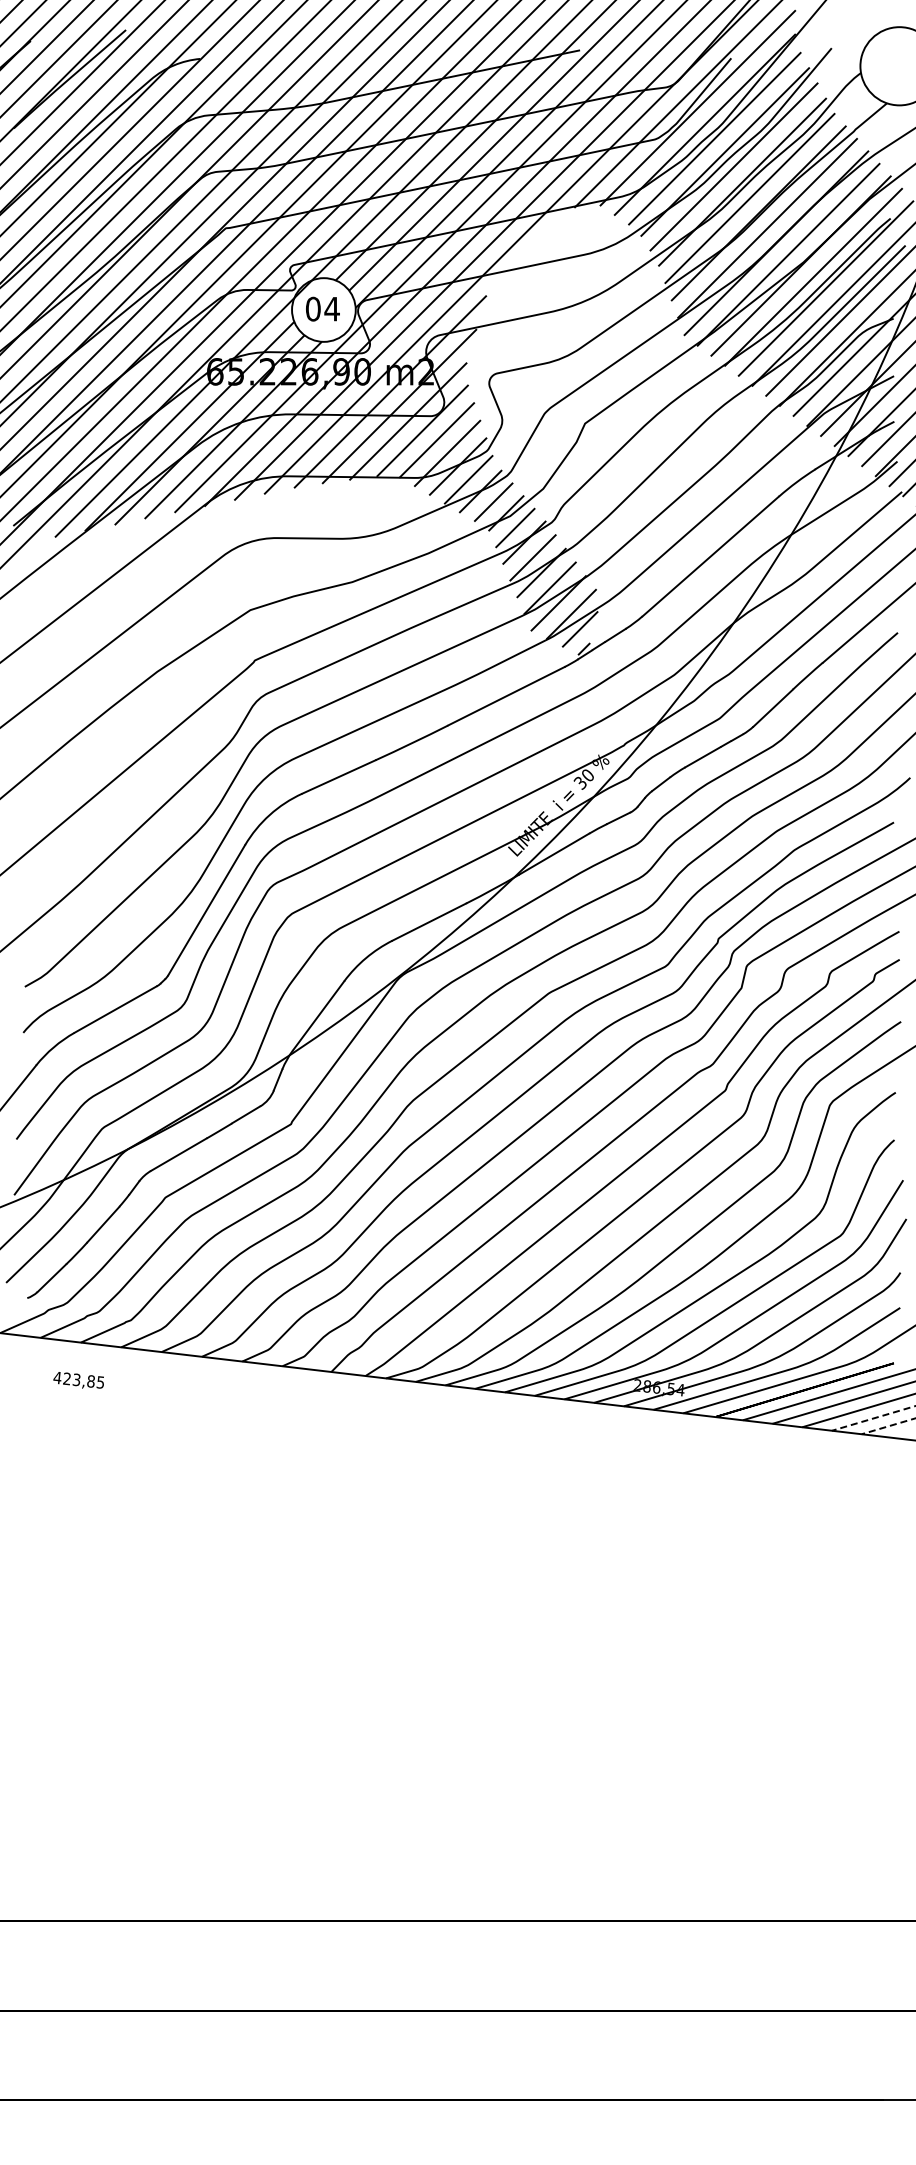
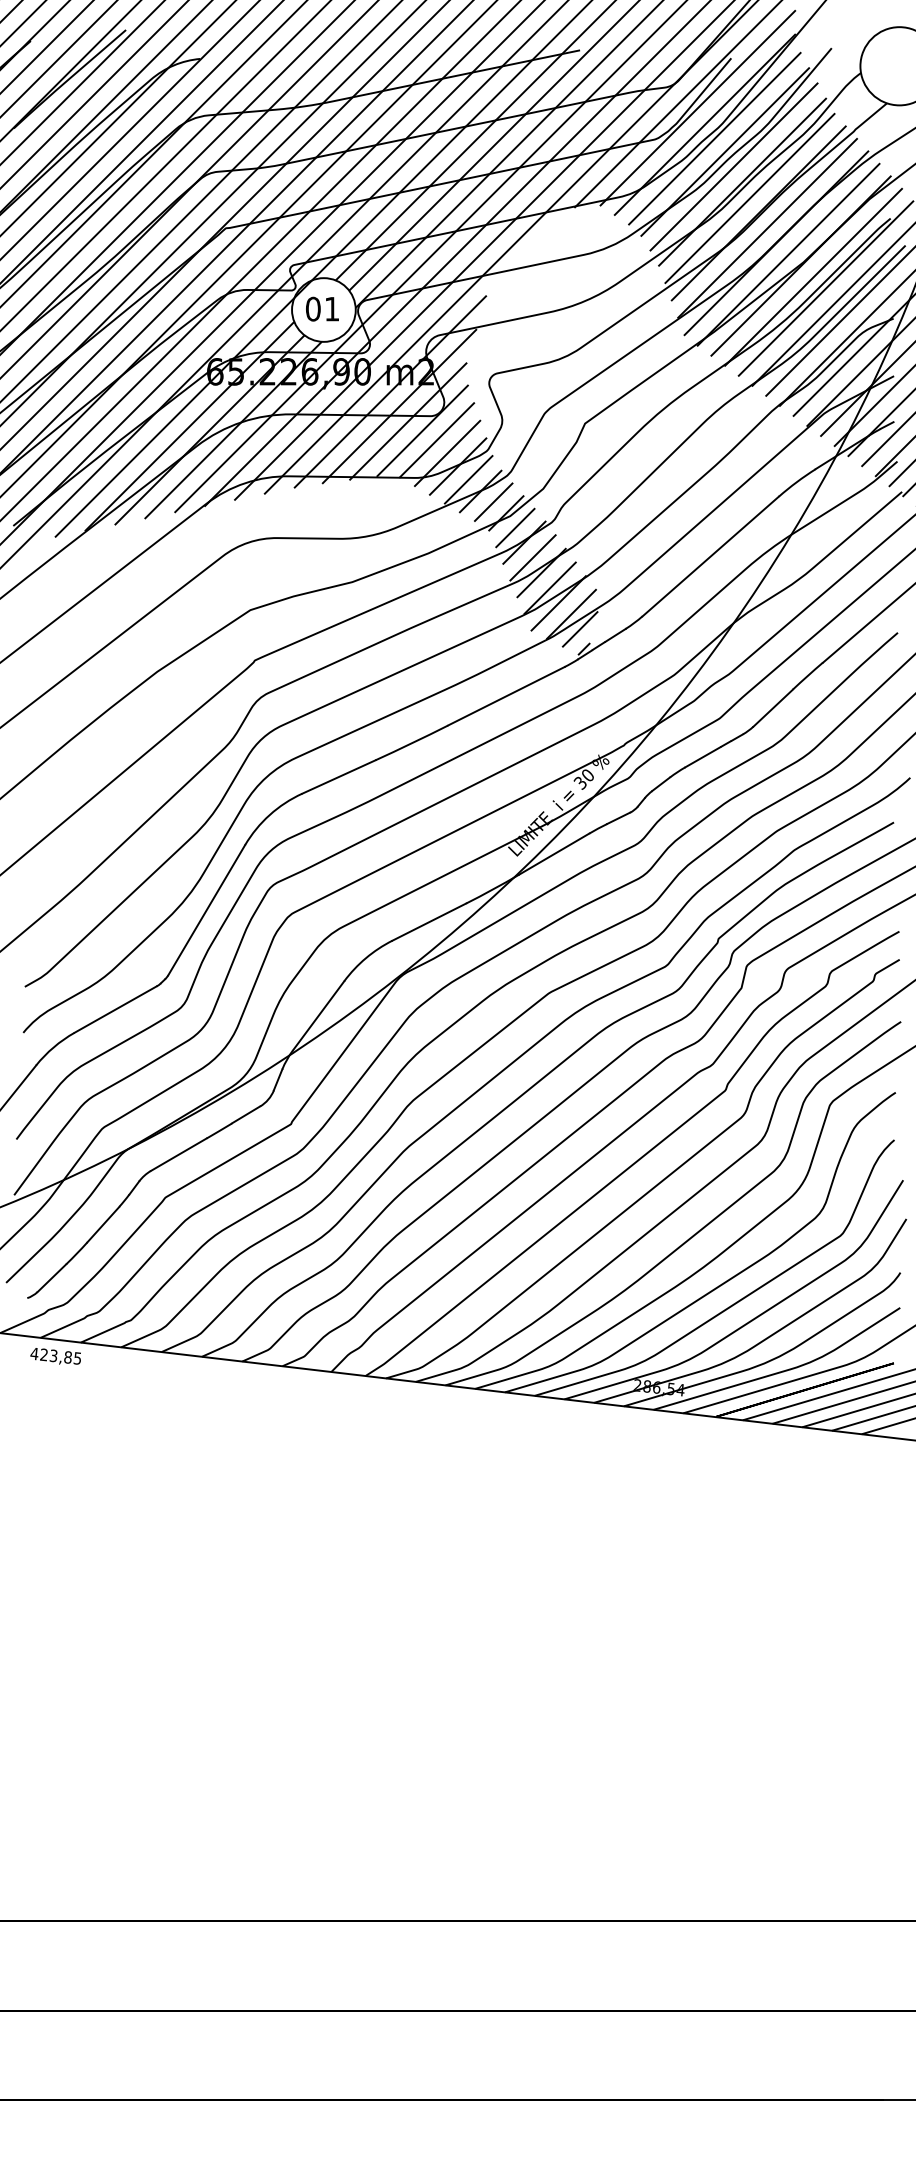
text at (331, 309): 04 -> 01
text at (78, 1380) position: (78, 1380) -> (55, 1356)
line at (873, 1418): dashed -> solid
line at (888, 1426): dashed -> solid
